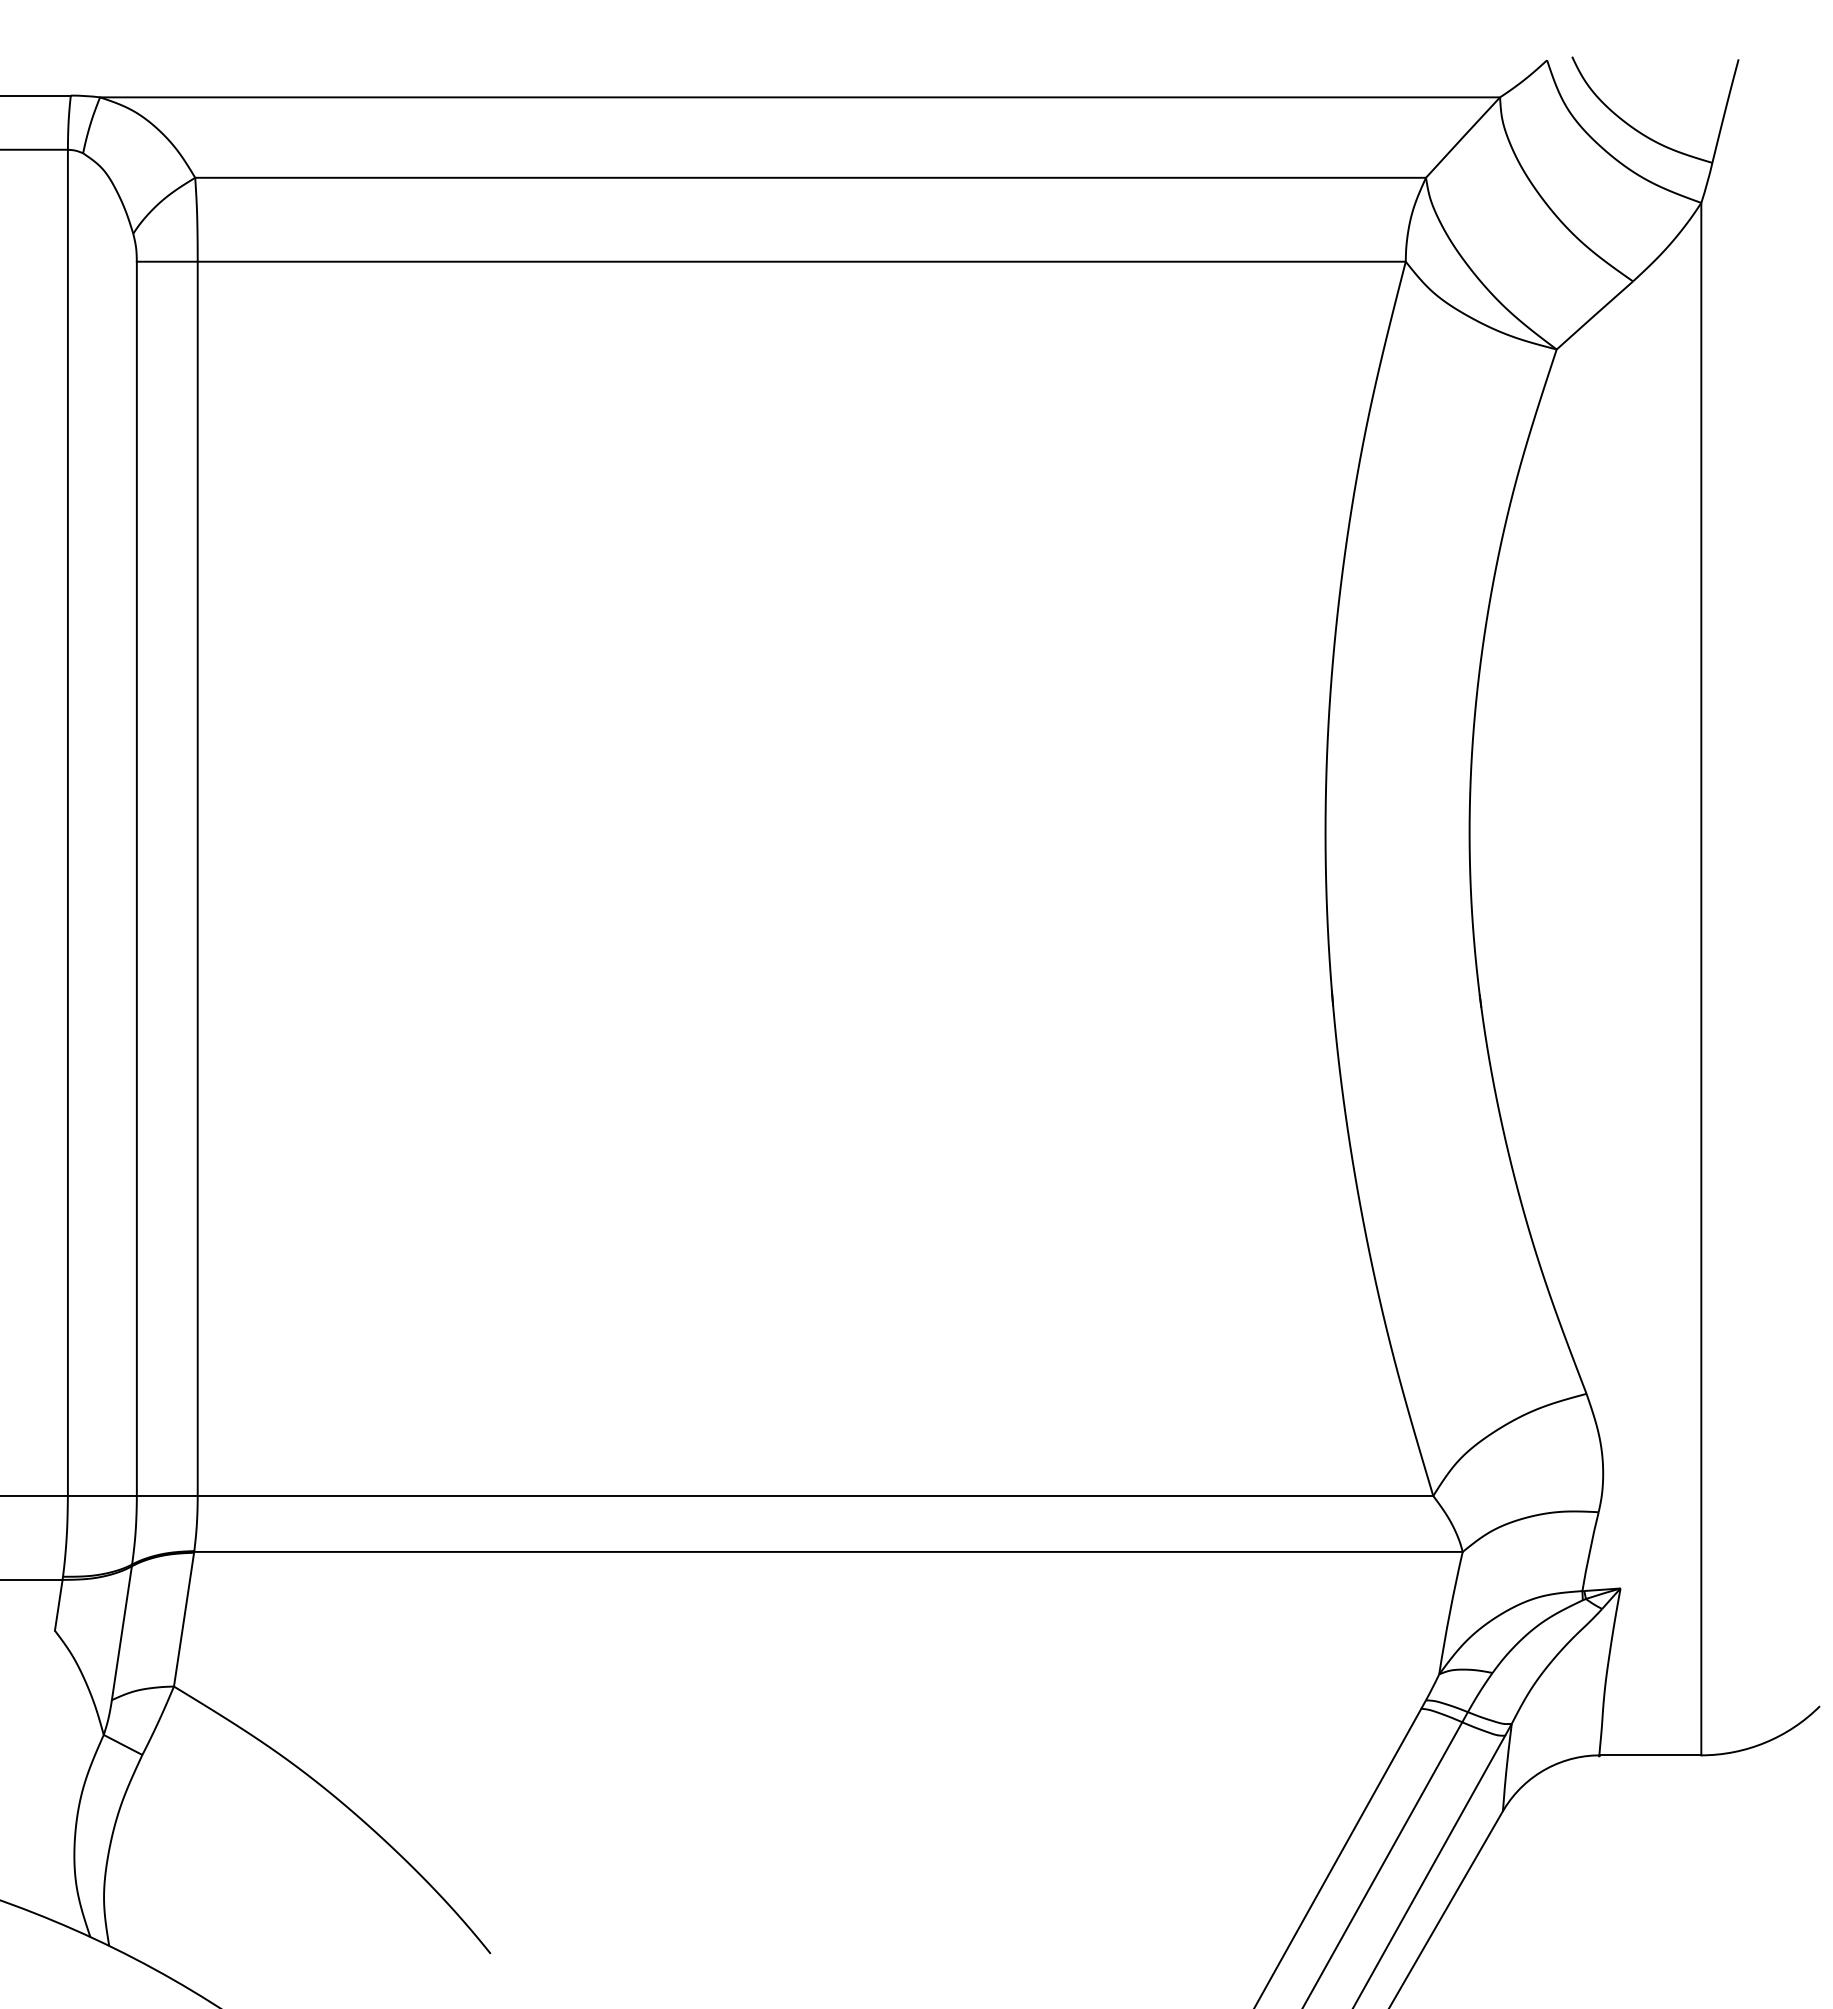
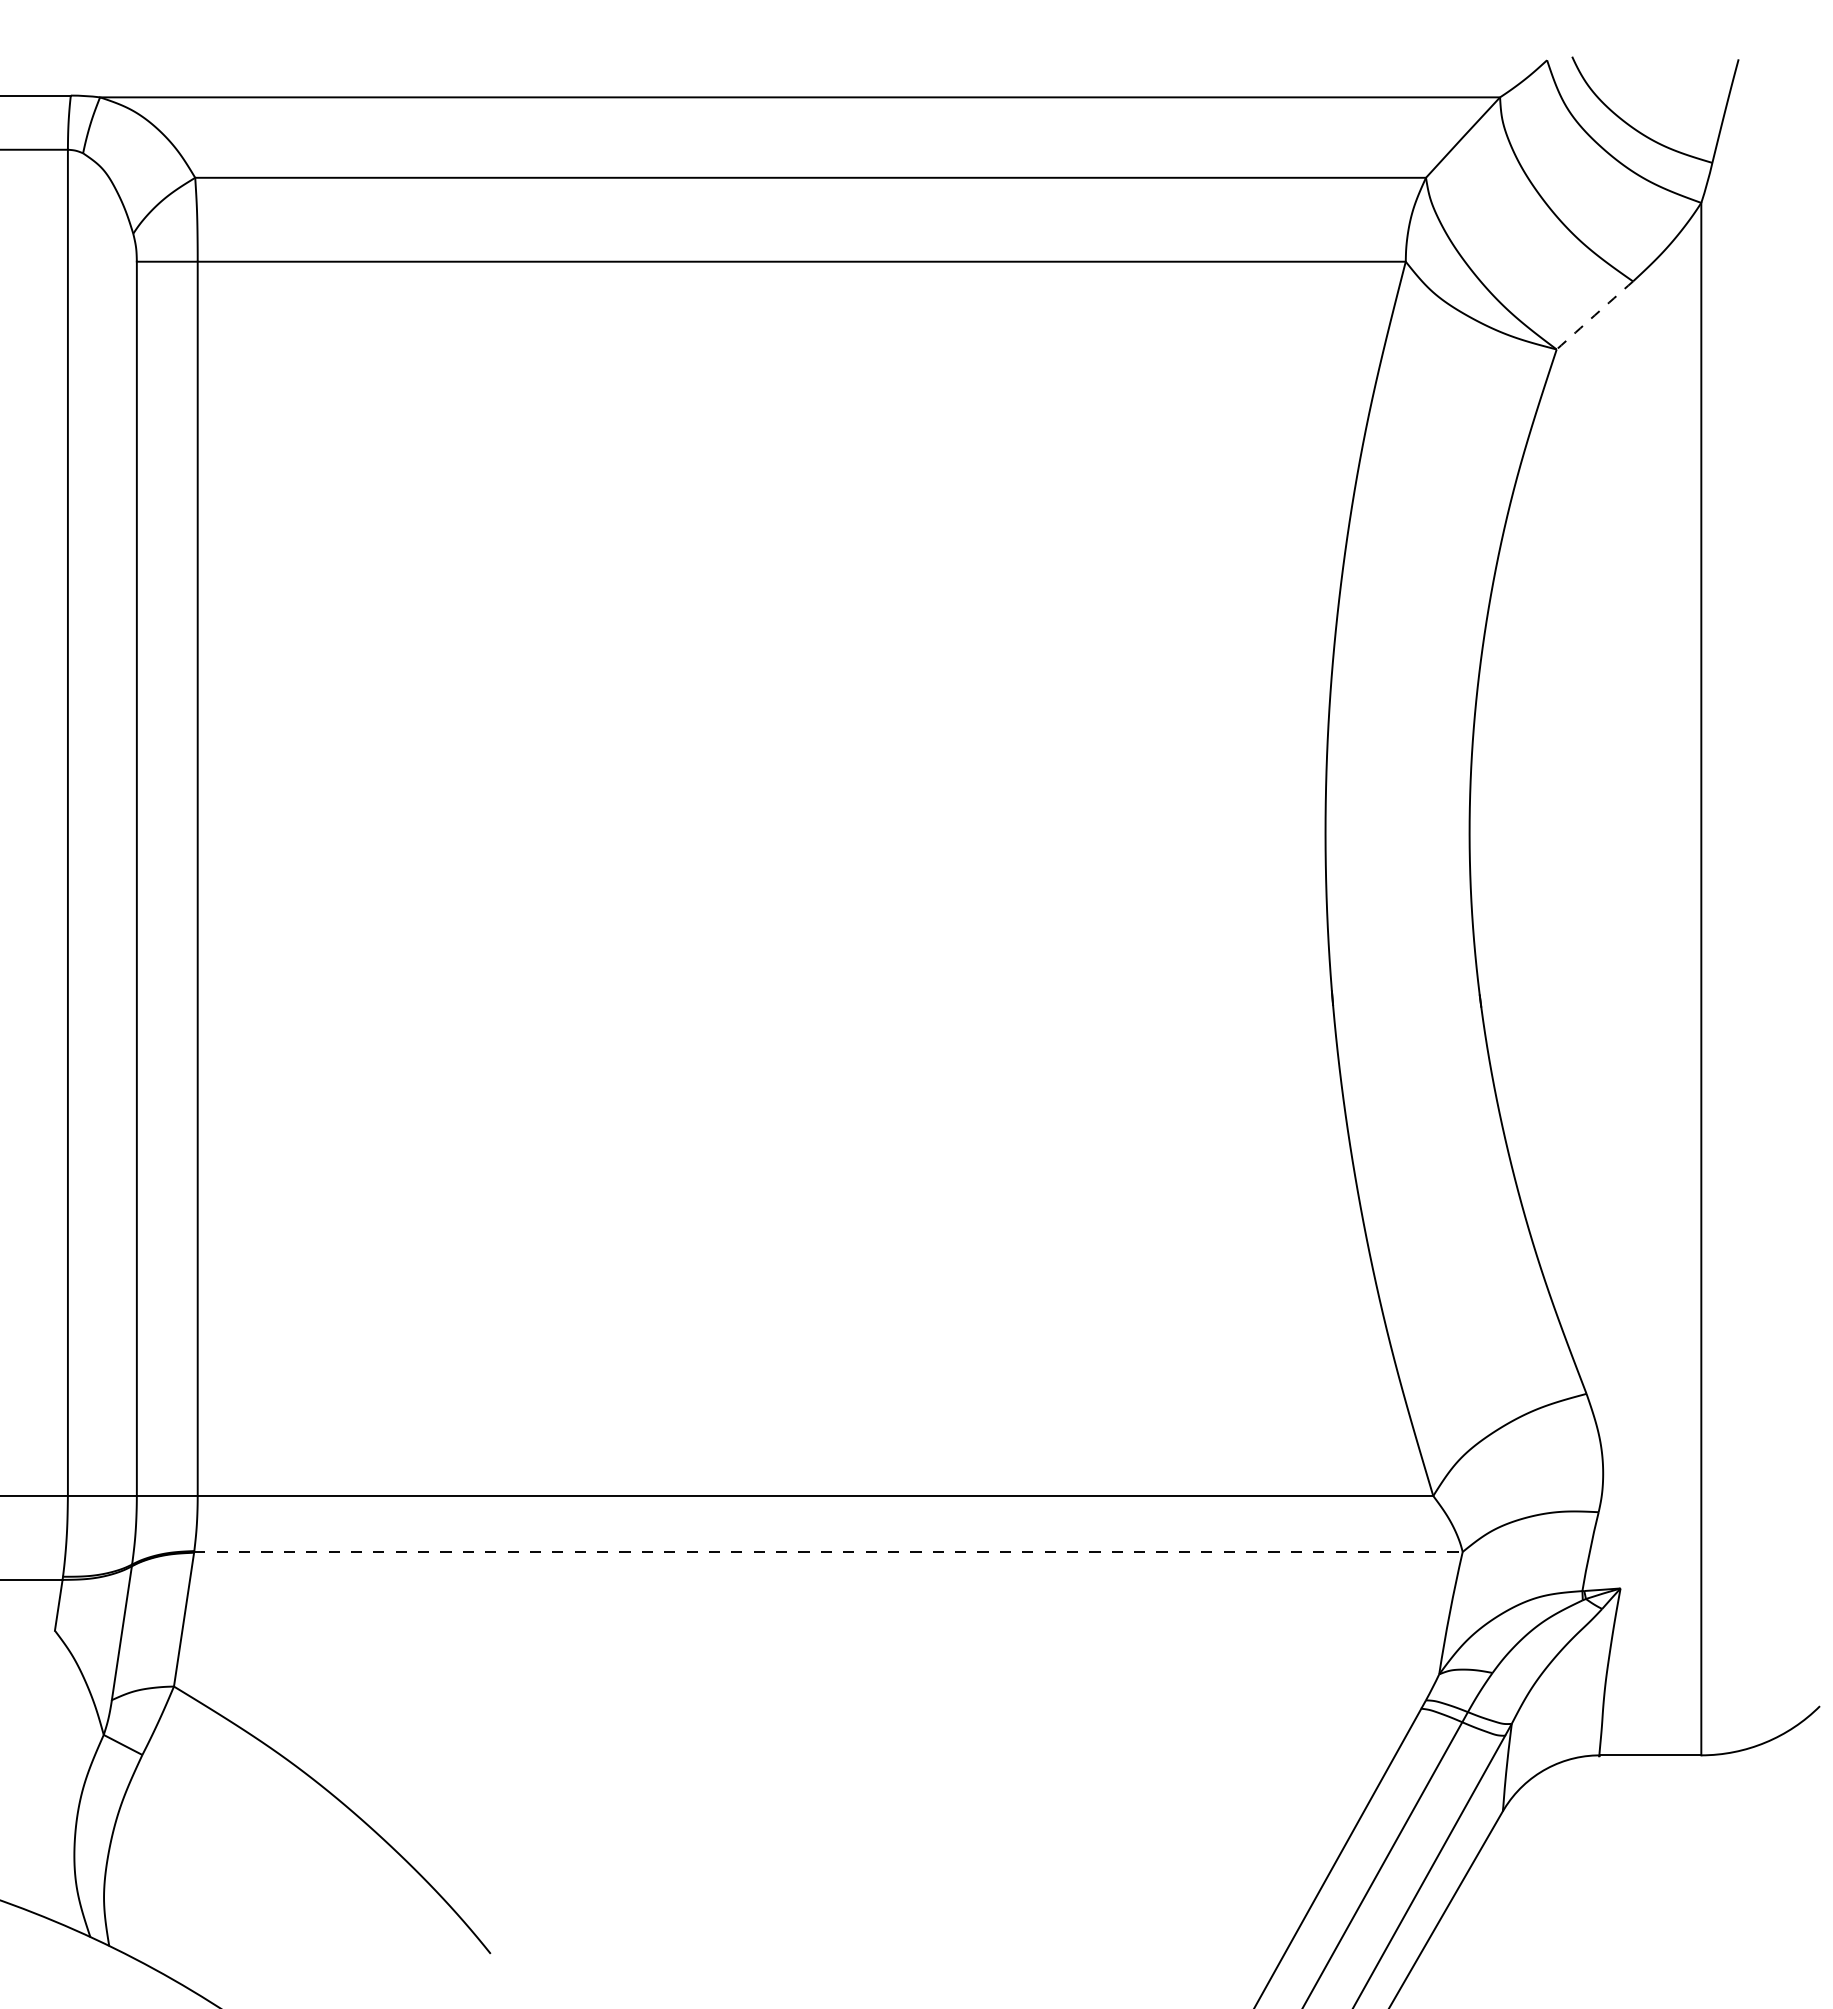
arc at (1594, 315): solid -> dashed
line at (828, 1551): solid -> dashed
